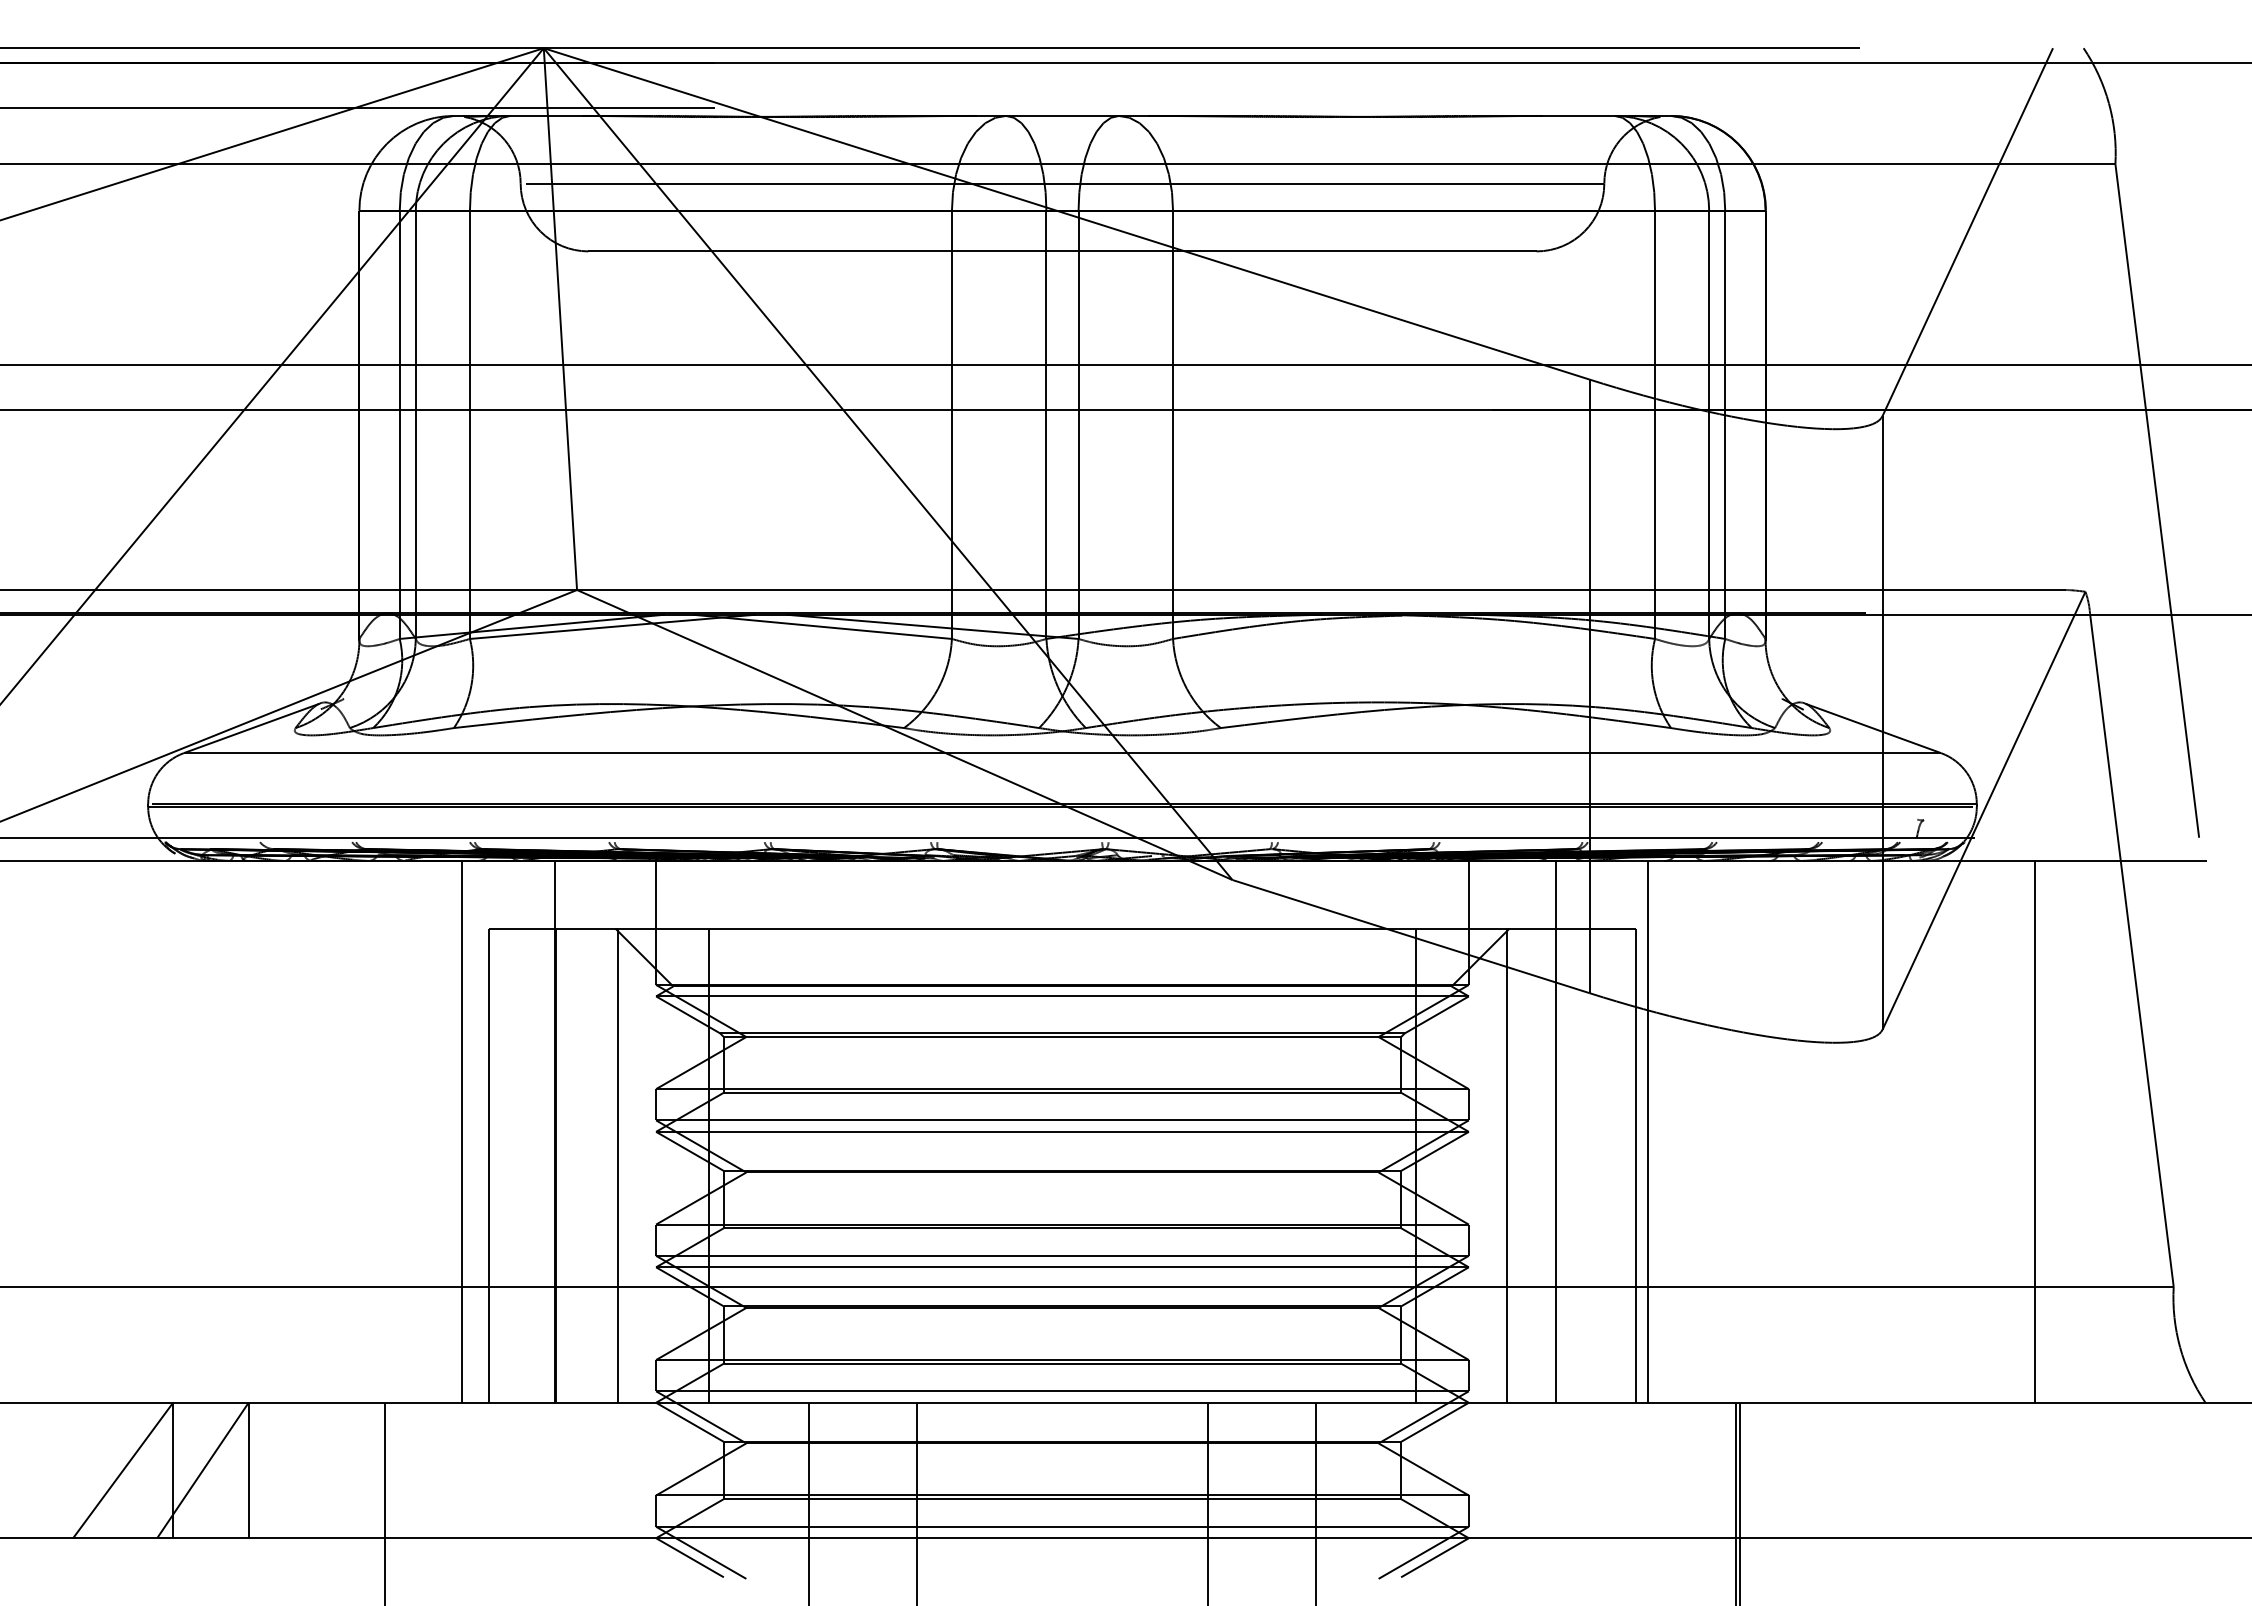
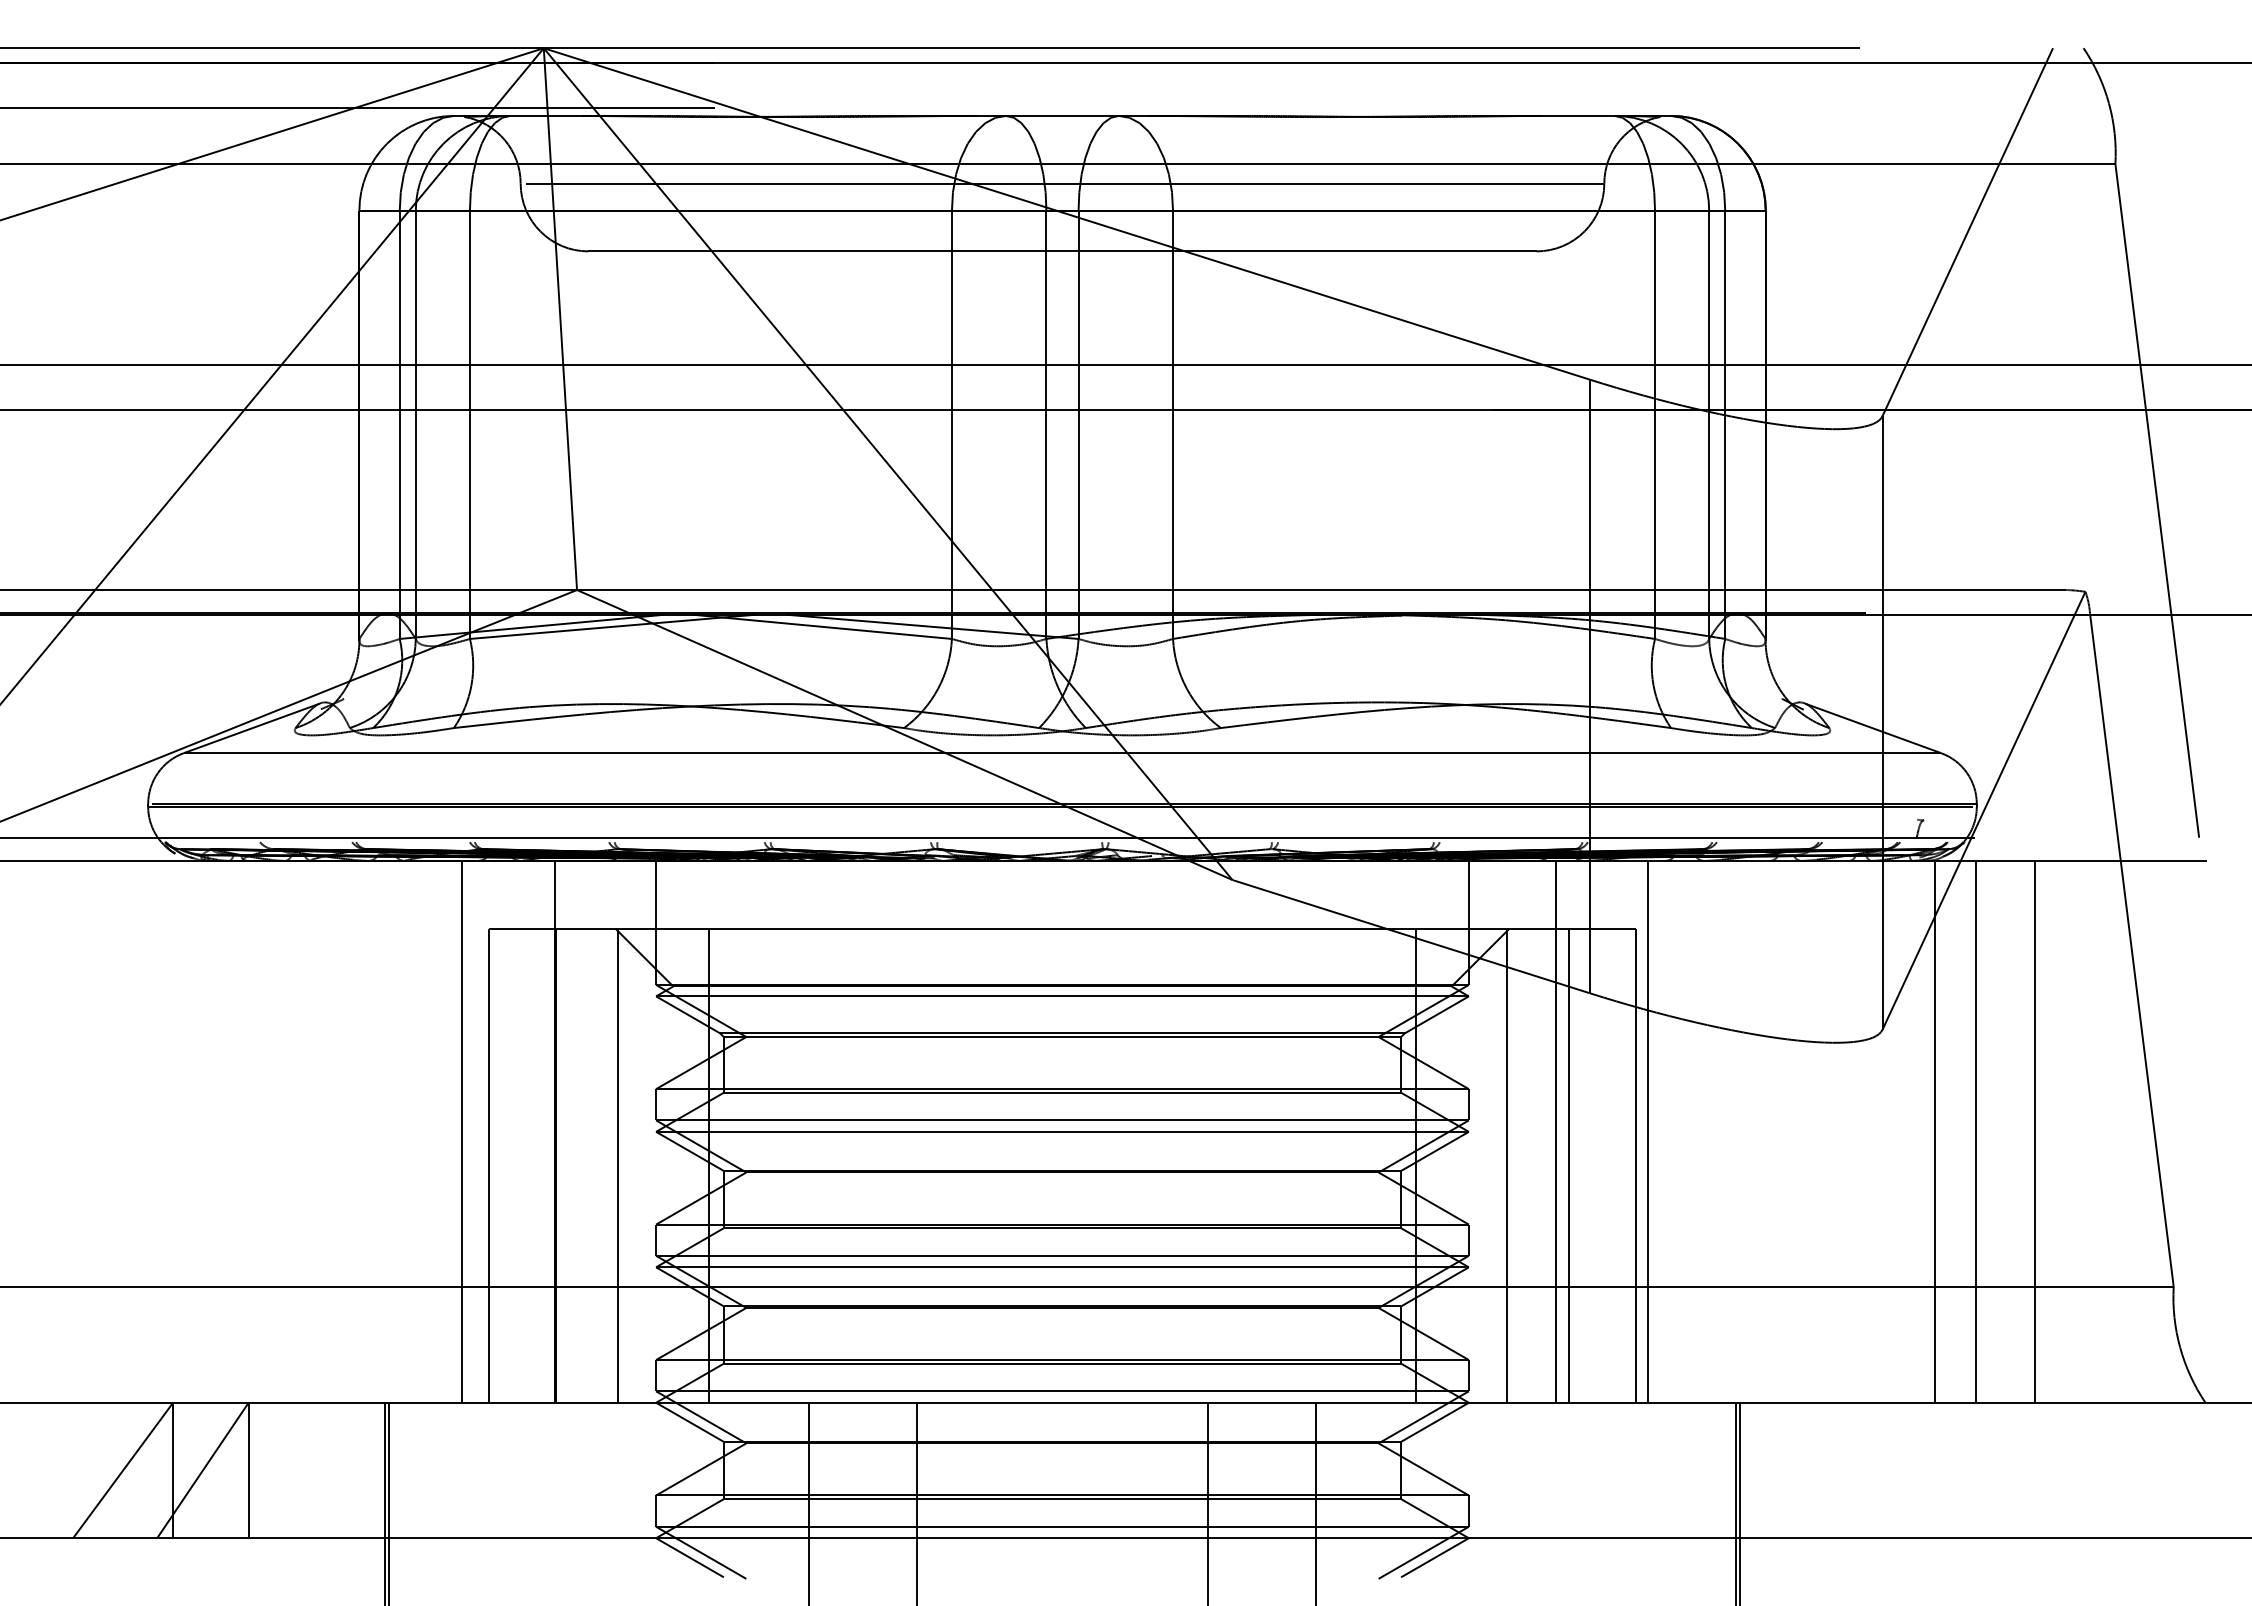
line at (1934, 1131): none -> present
line at (1976, 1131): none -> present
line at (1568, 1165): none -> present
line at (388, 1502): none -> present
